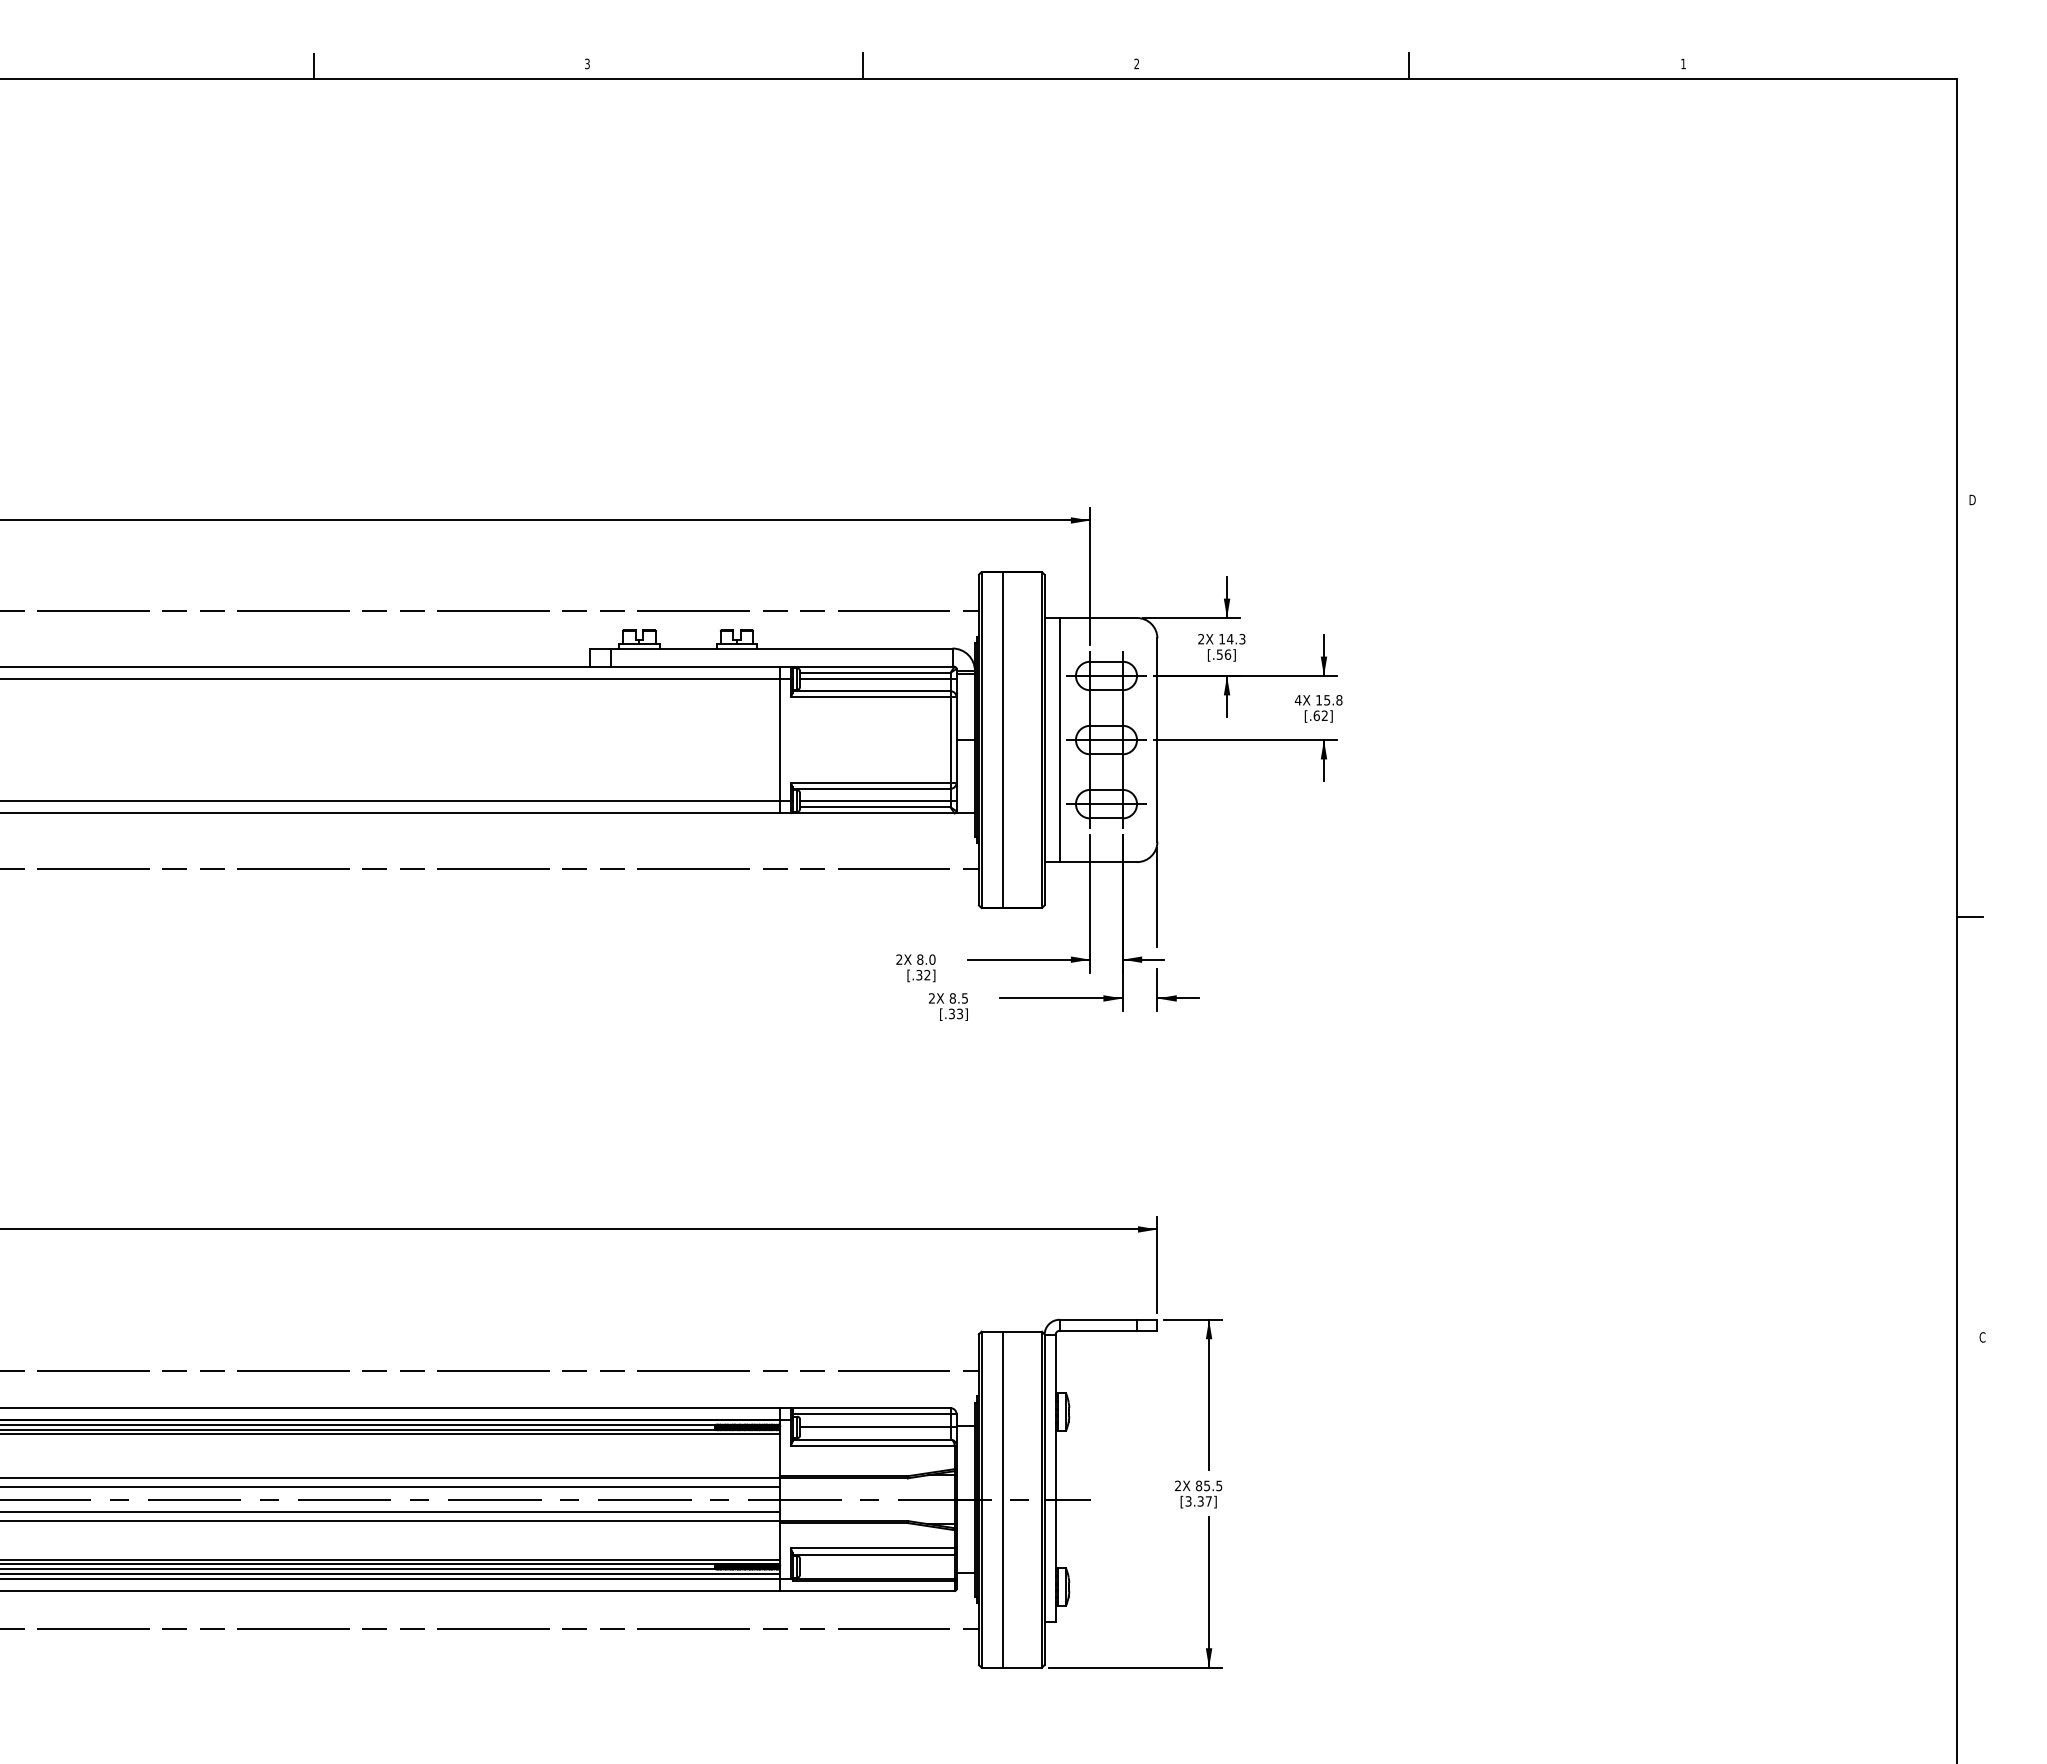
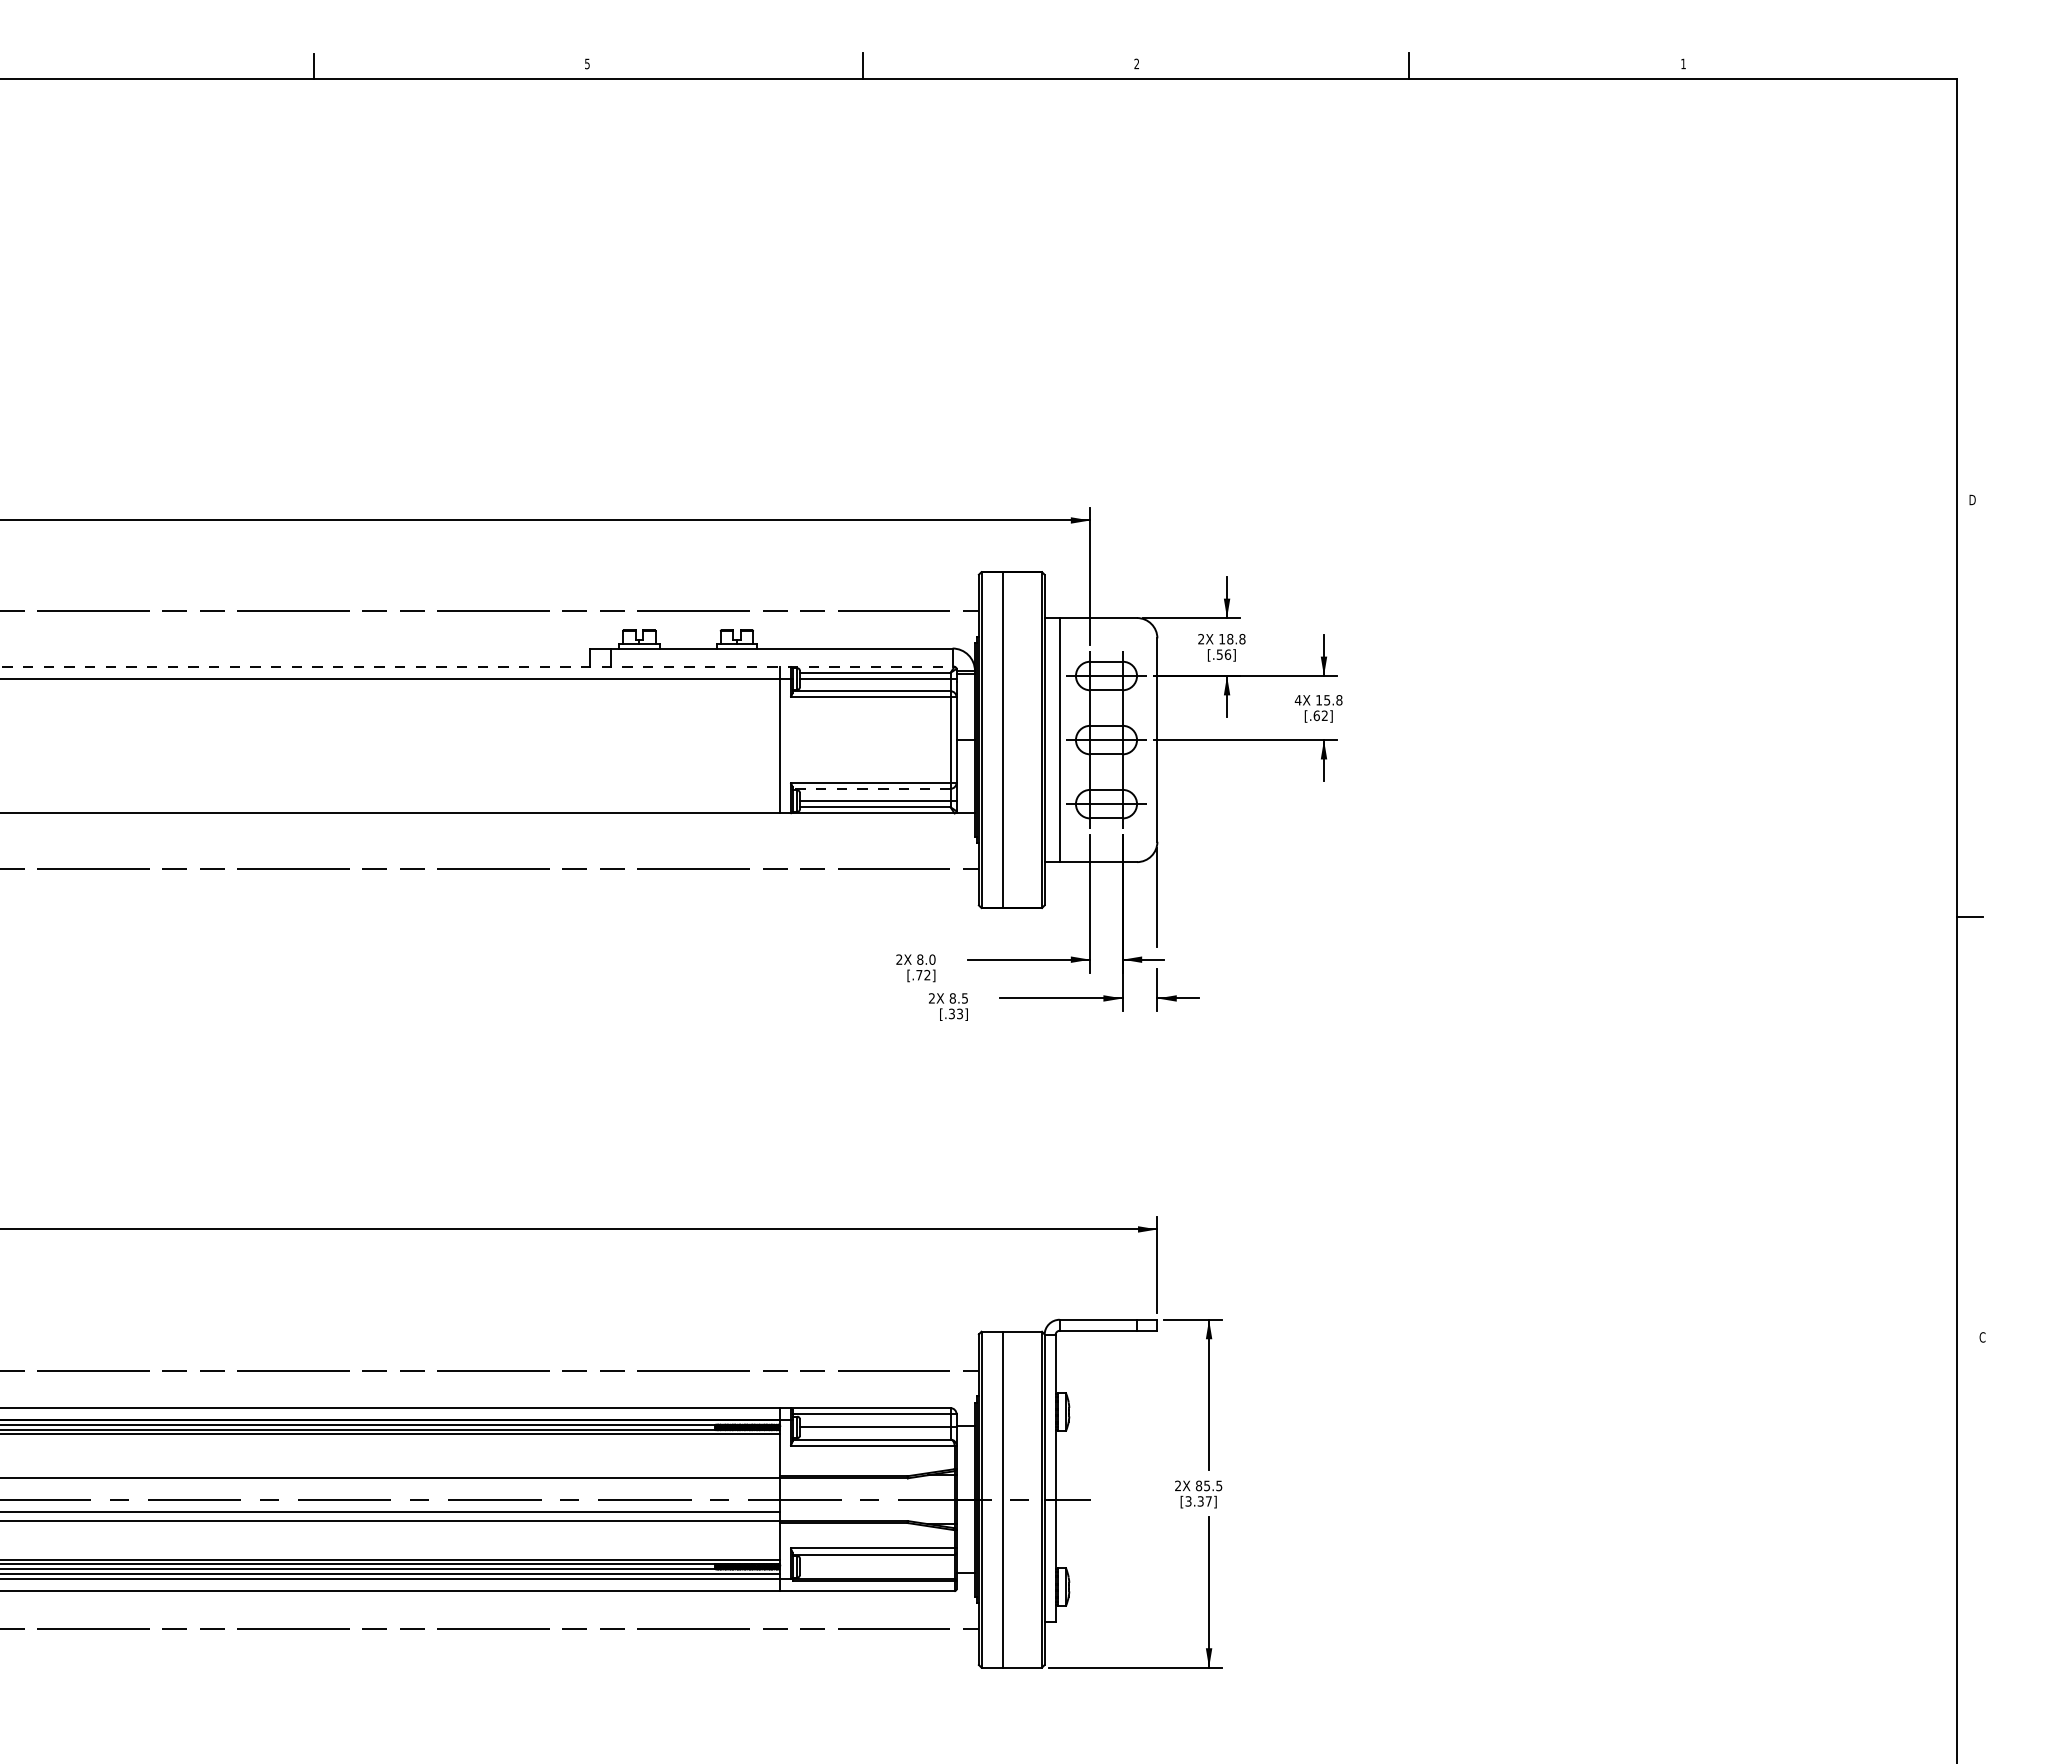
text at (587, 62): 3 -> 5
text at (1235, 639): 14.3 -> 18.8
line at (477, 666): solid -> dashed
line at (871, 788): solid -> dashed
line at (397, 801): present -> none
text at (919, 974): [.32] -> [.72]
line at (391, 1487): present -> none
